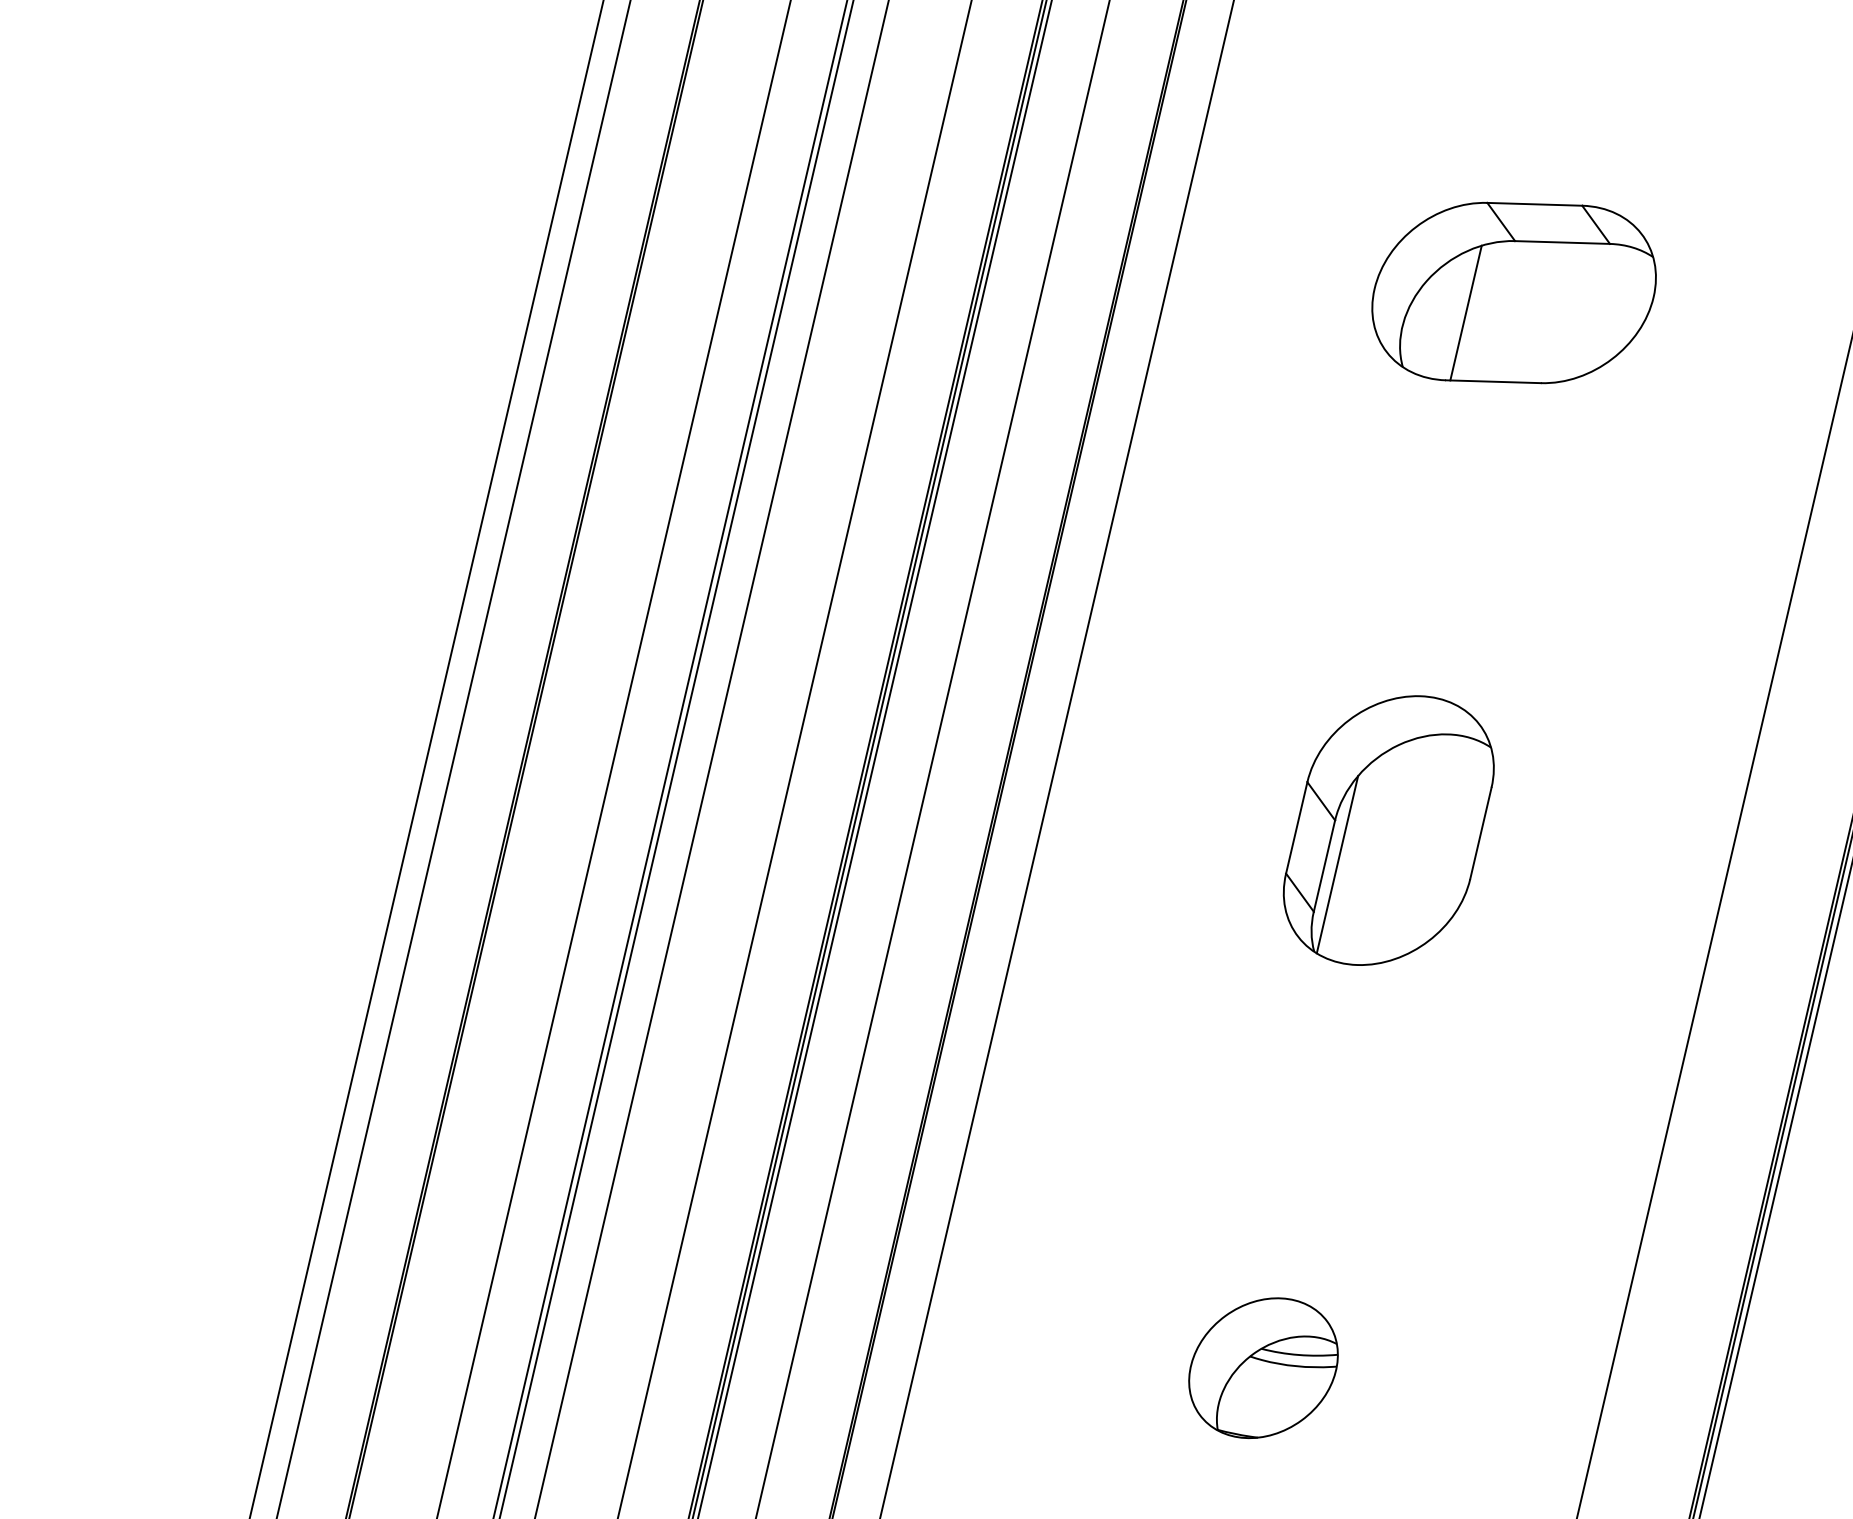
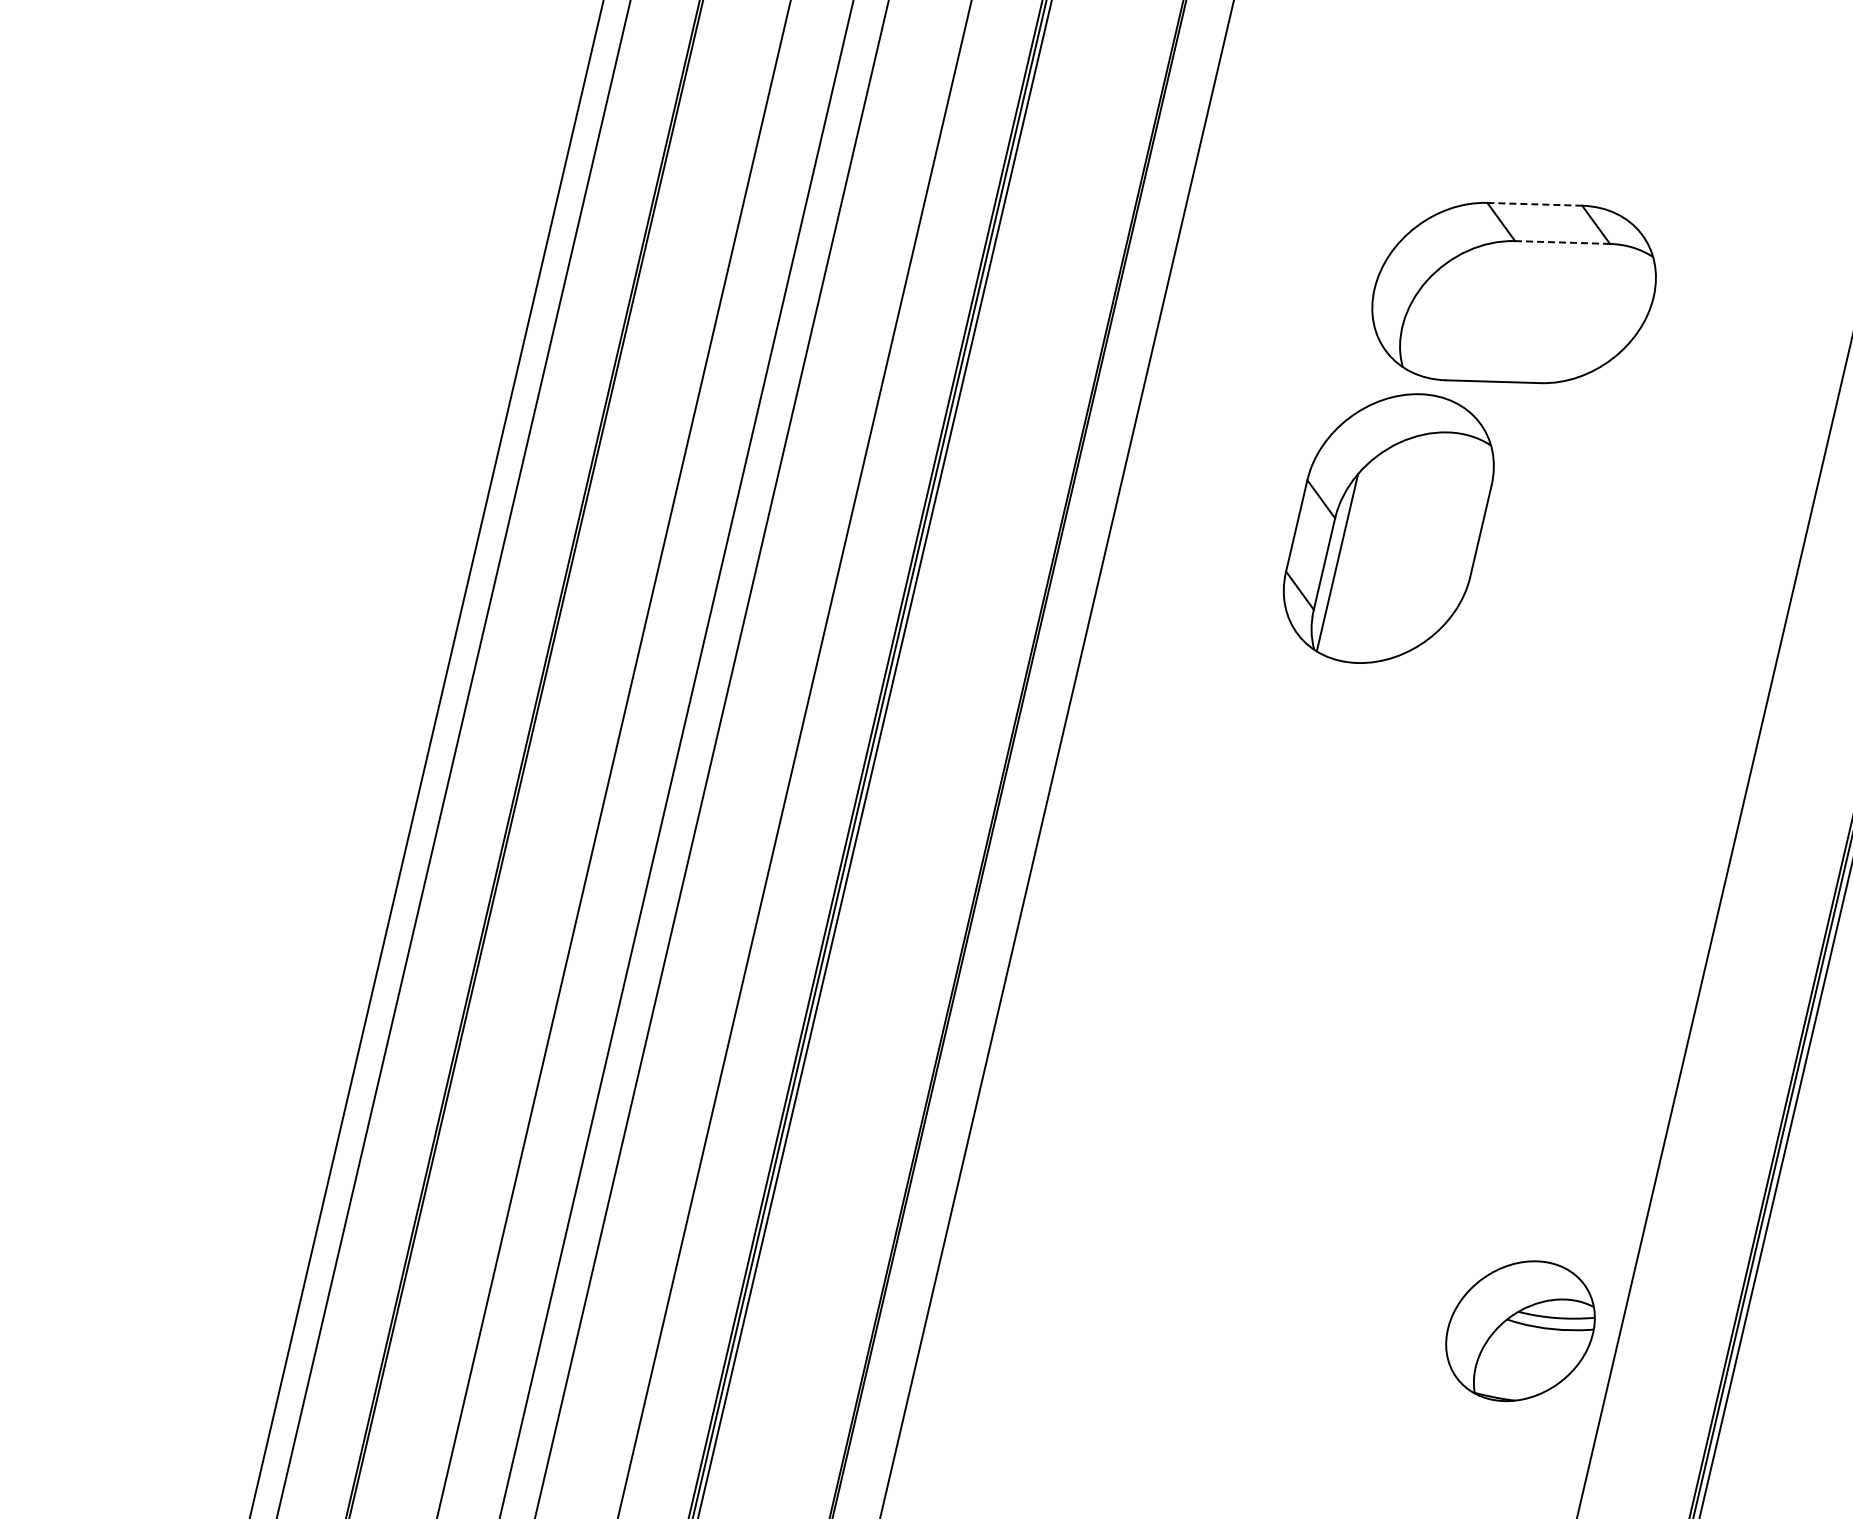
line at (1535, 204): solid -> dashed
line at (1562, 242): solid -> dashed
line at (1465, 312): present -> none
line at (670, 758): present -> none
line at (932, 758): present -> none
part at (1388, 830) position: (1388, 830) -> (1388, 528)
part at (1263, 1367) position: (1263, 1367) -> (1520, 1330)
